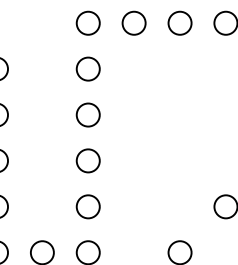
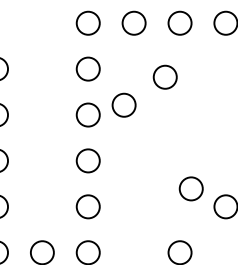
circle at (164, 76): none -> present
circle at (123, 104): none -> present
circle at (190, 188): none -> present
